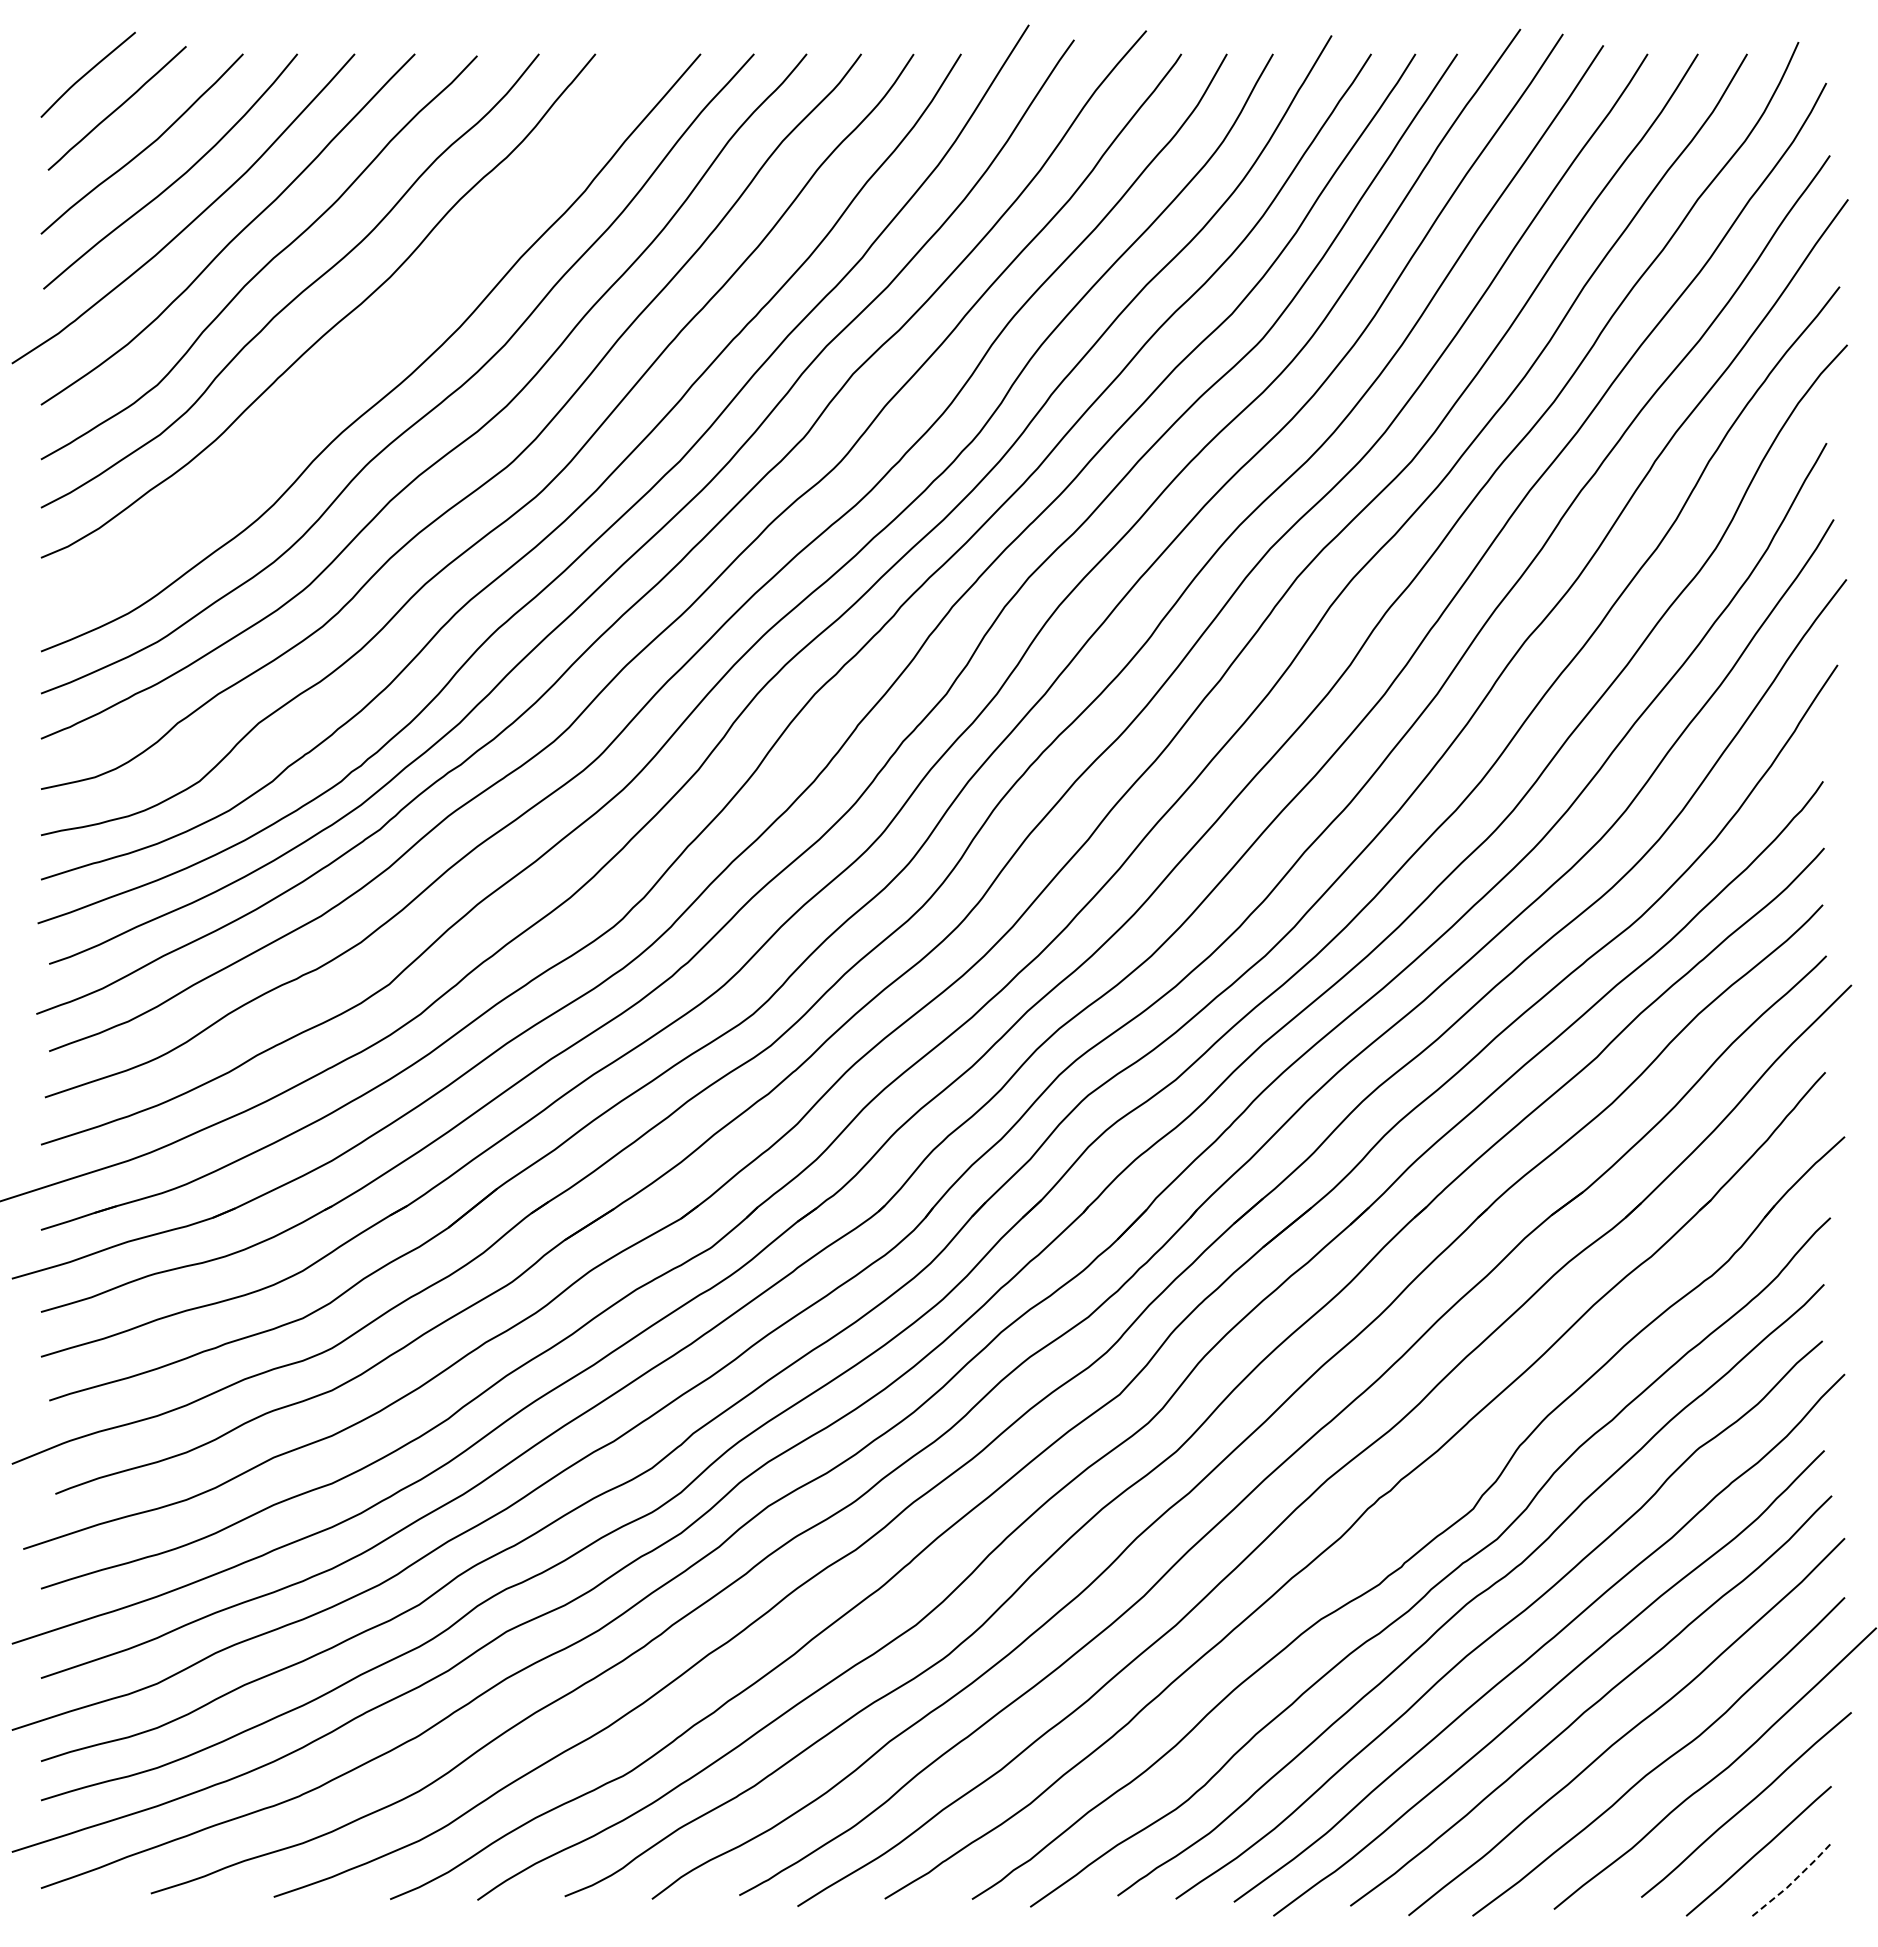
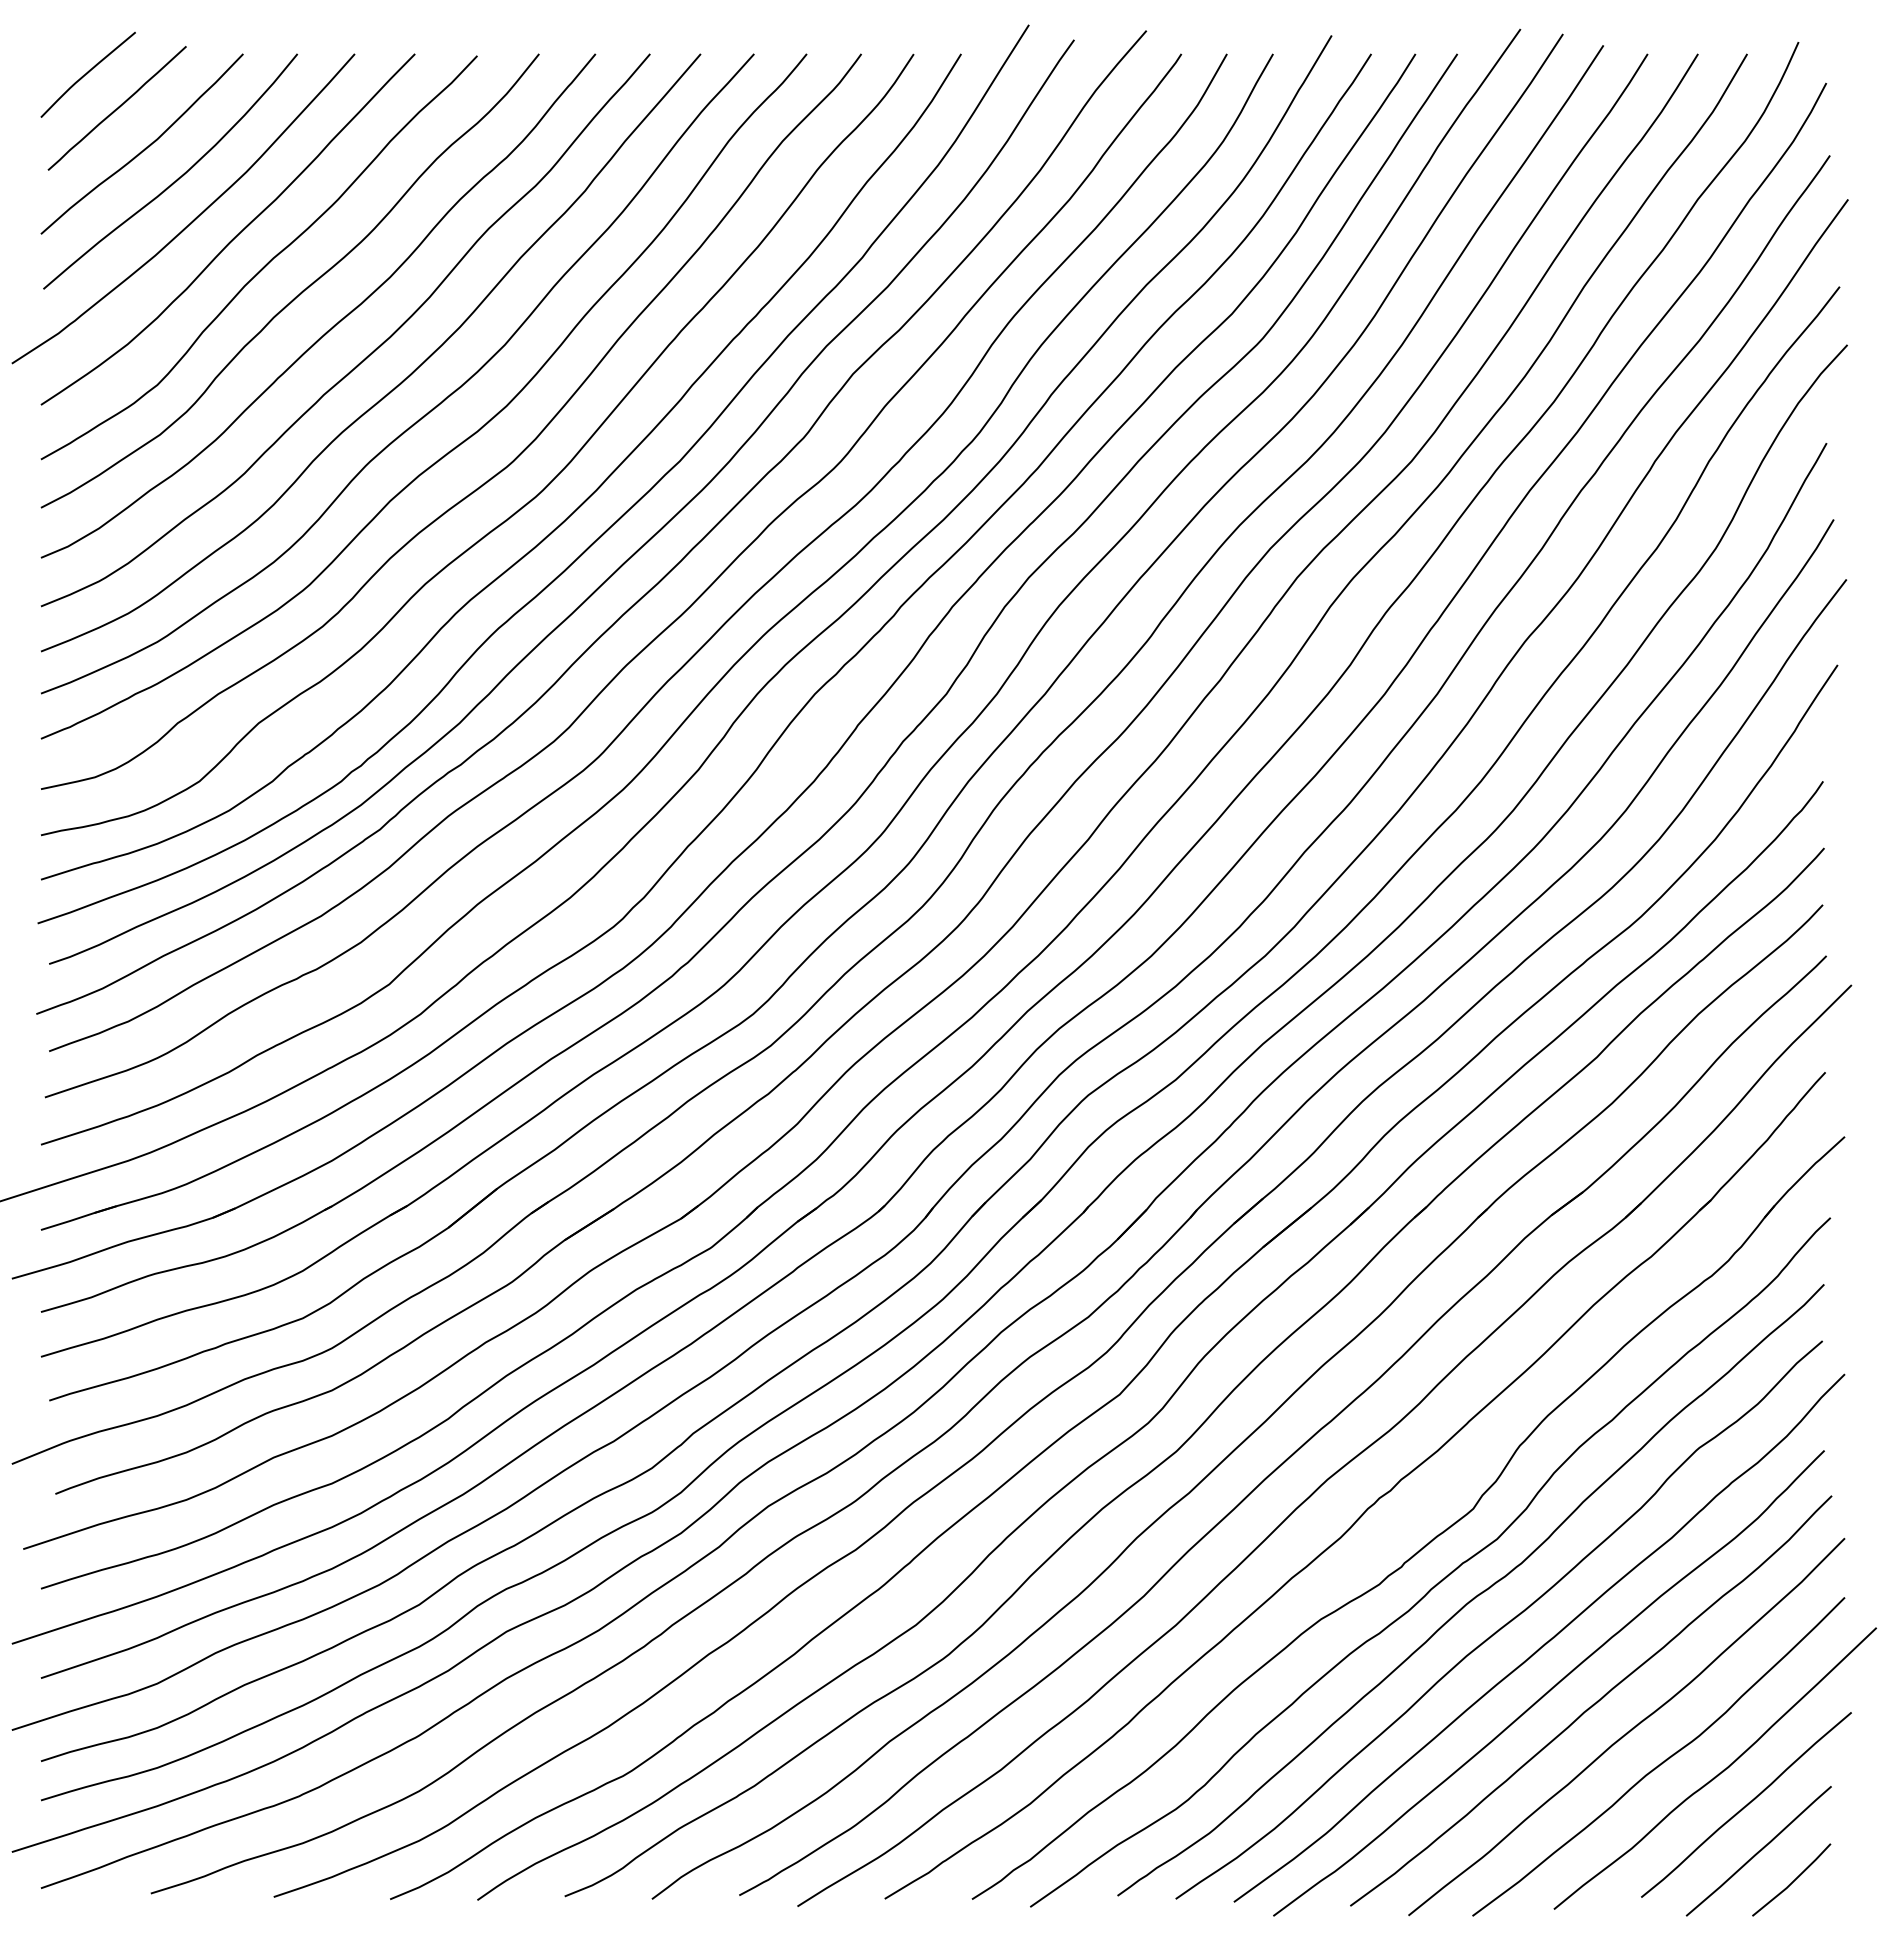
curve at (367, 355): none -> present
line at (1793, 1881): dashed -> solid
